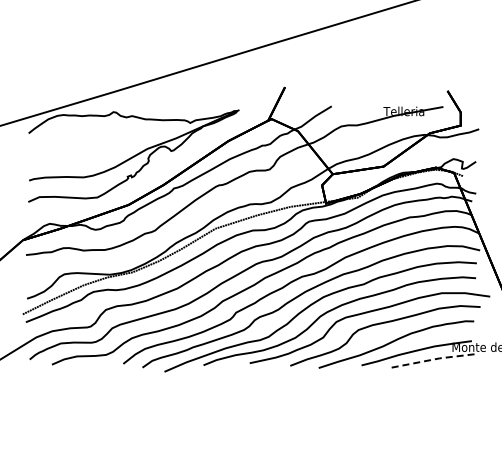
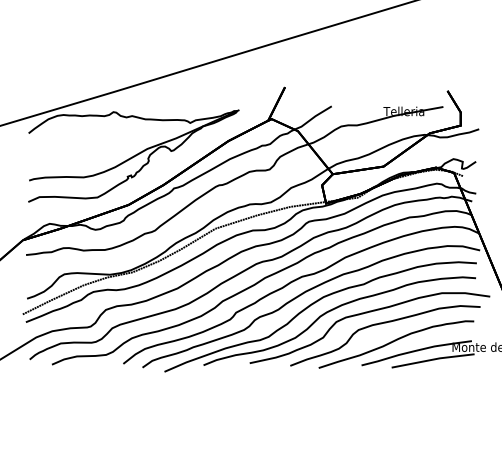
line at (434, 359): dashed -> solid
